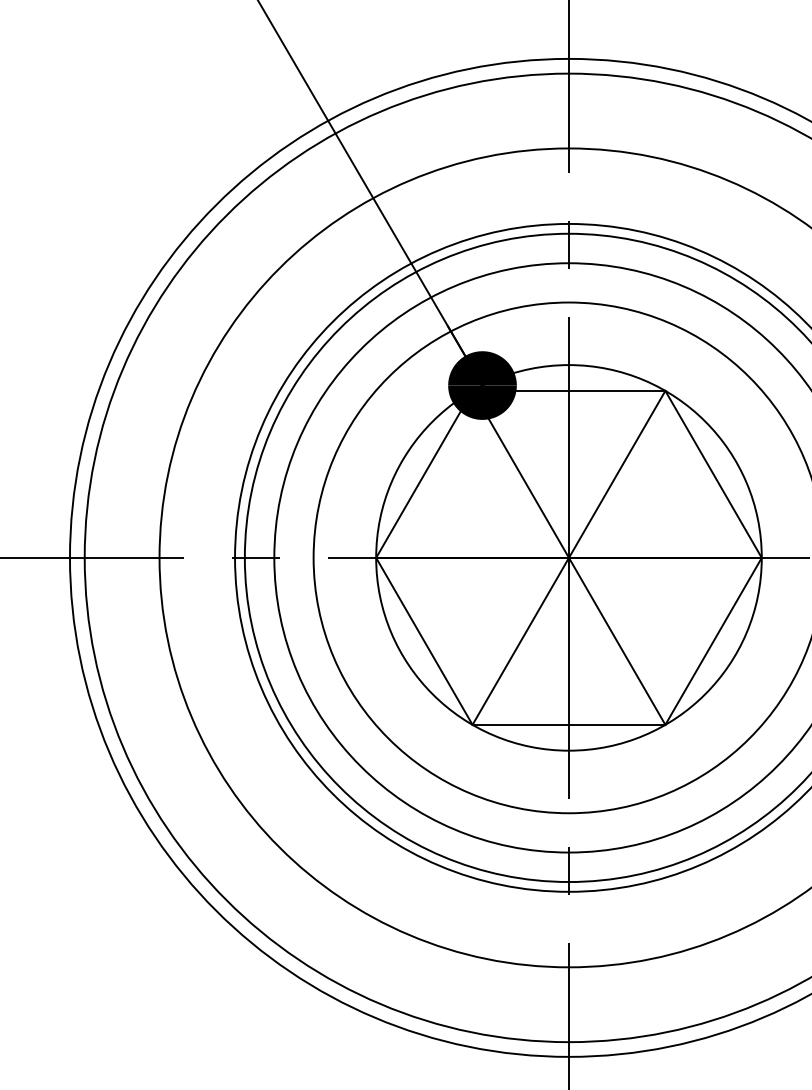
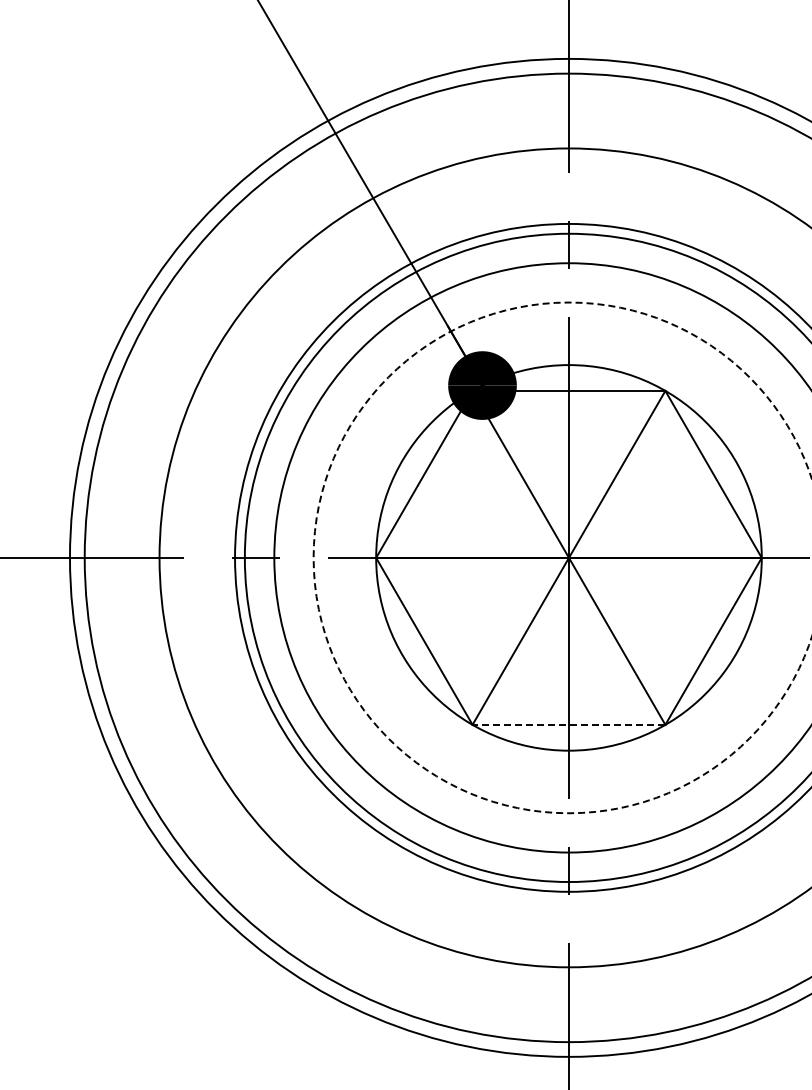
circle at (562, 557): solid -> dashed
line at (568, 724): solid -> dashed
